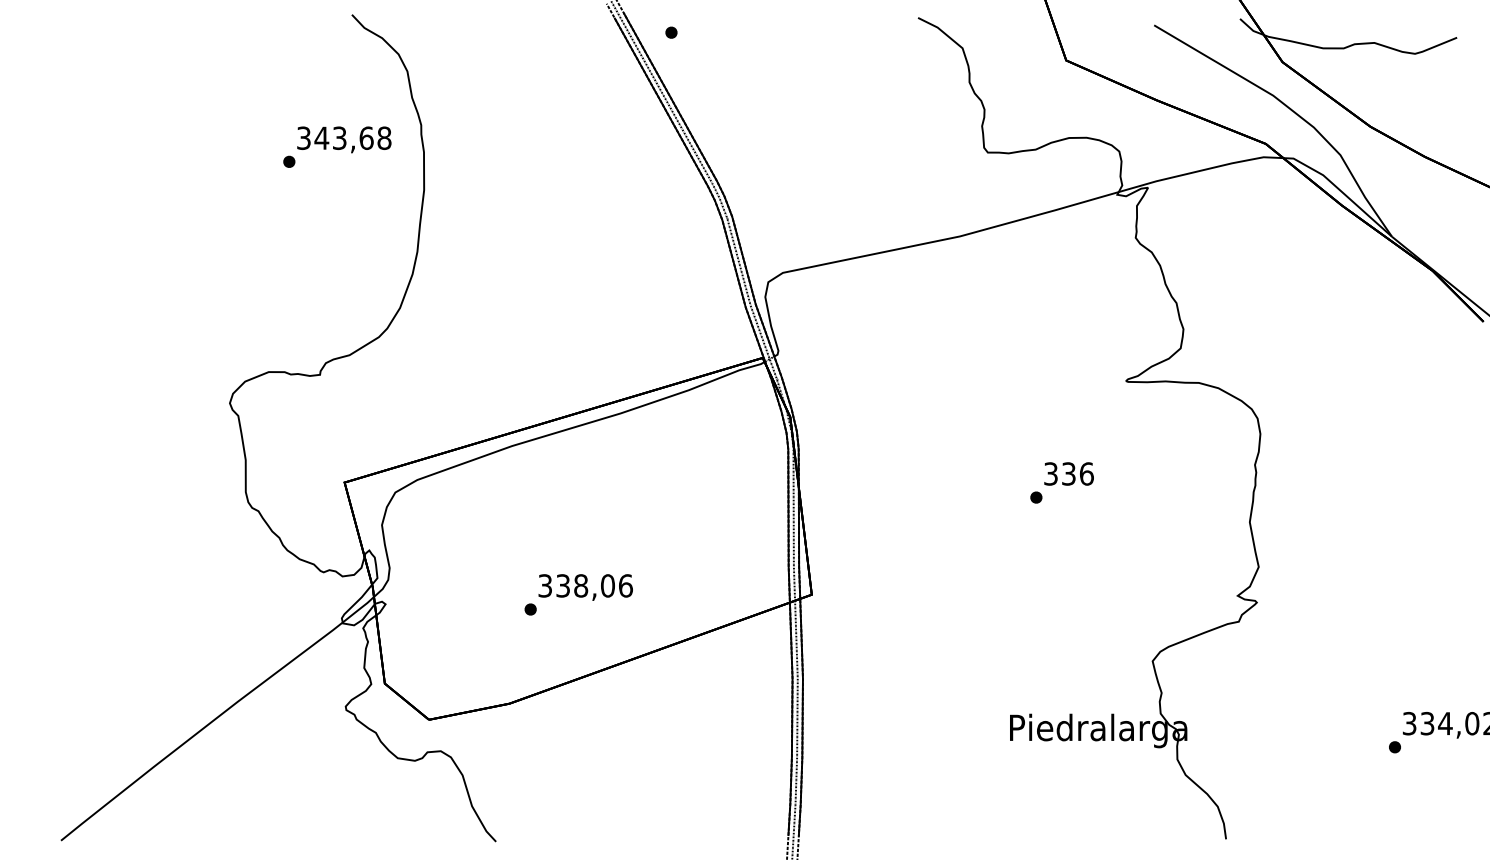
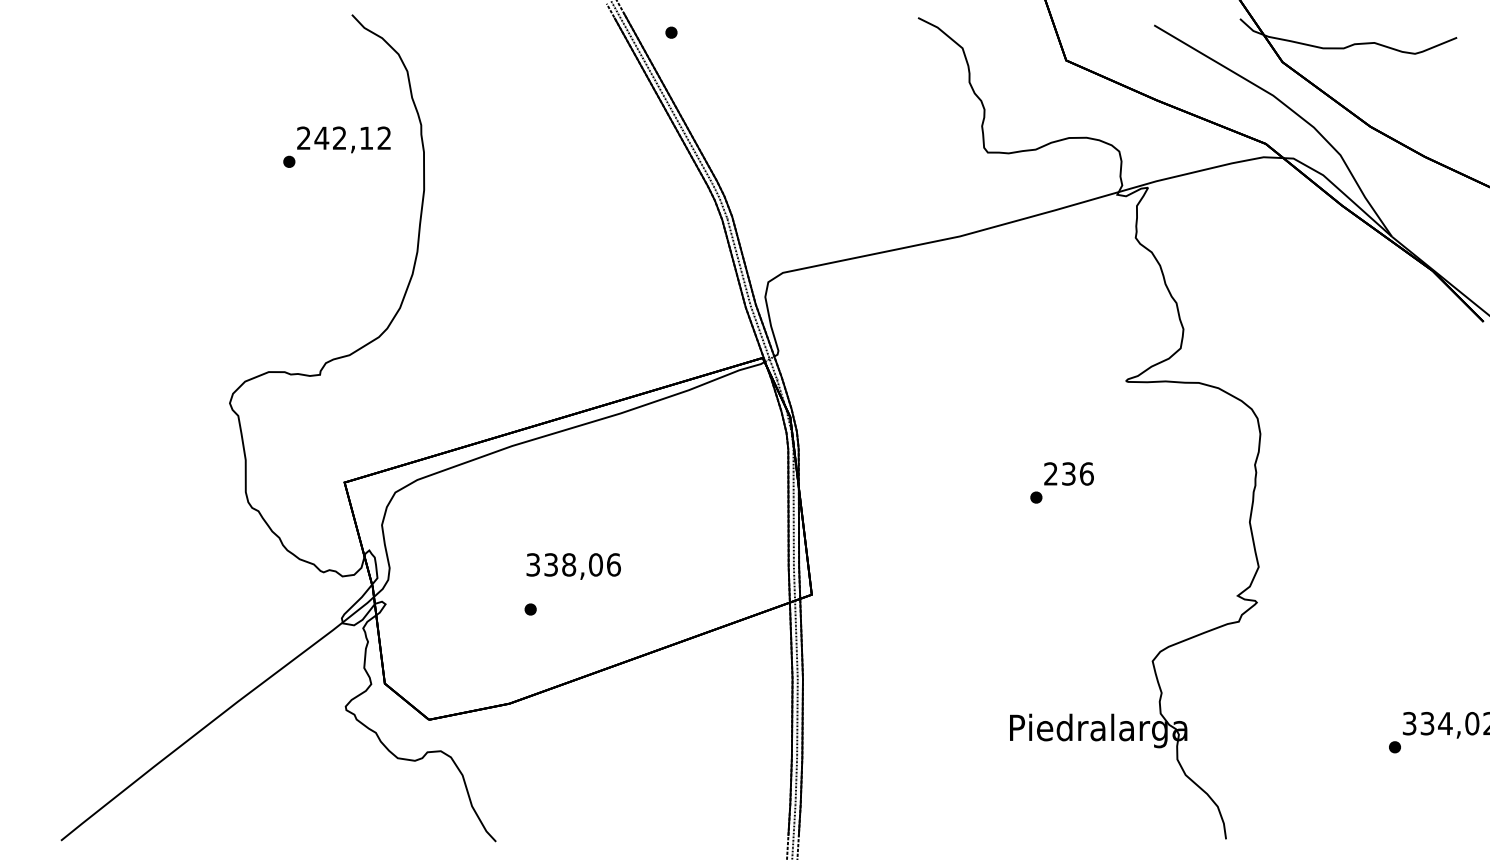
text at (344, 138): 343,68 -> 242,12
text at (1050, 473): 336 -> 236
text at (585, 587) position: (585, 587) -> (573, 566)
